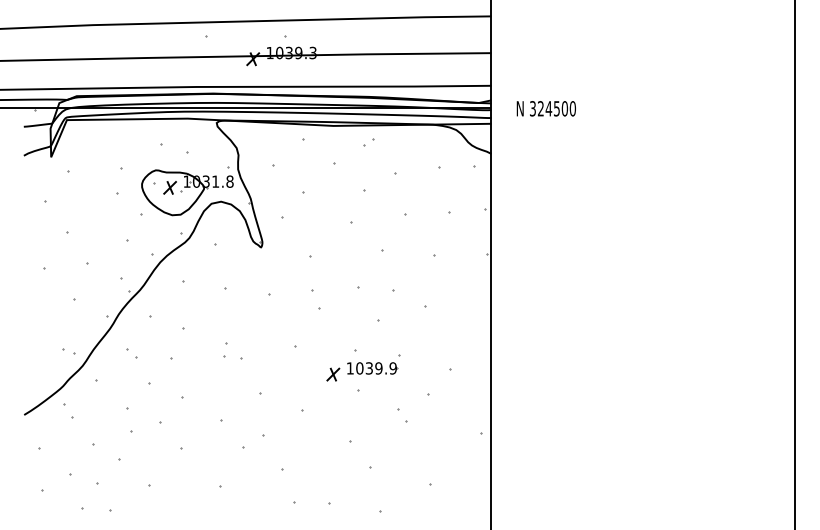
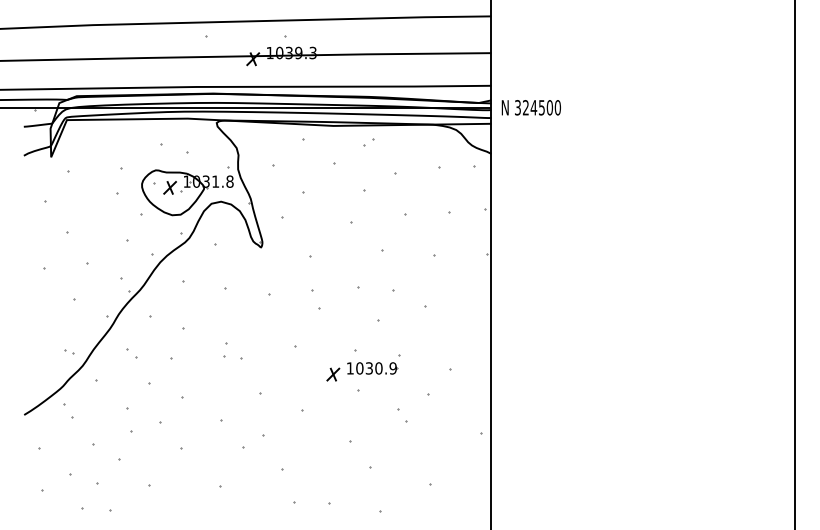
text at (545, 108) position: (545, 108) -> (530, 107)
part at (68, 351) size: 14x7 px -> 11x6 px
text at (378, 368): 1039.9 -> 1030.9
